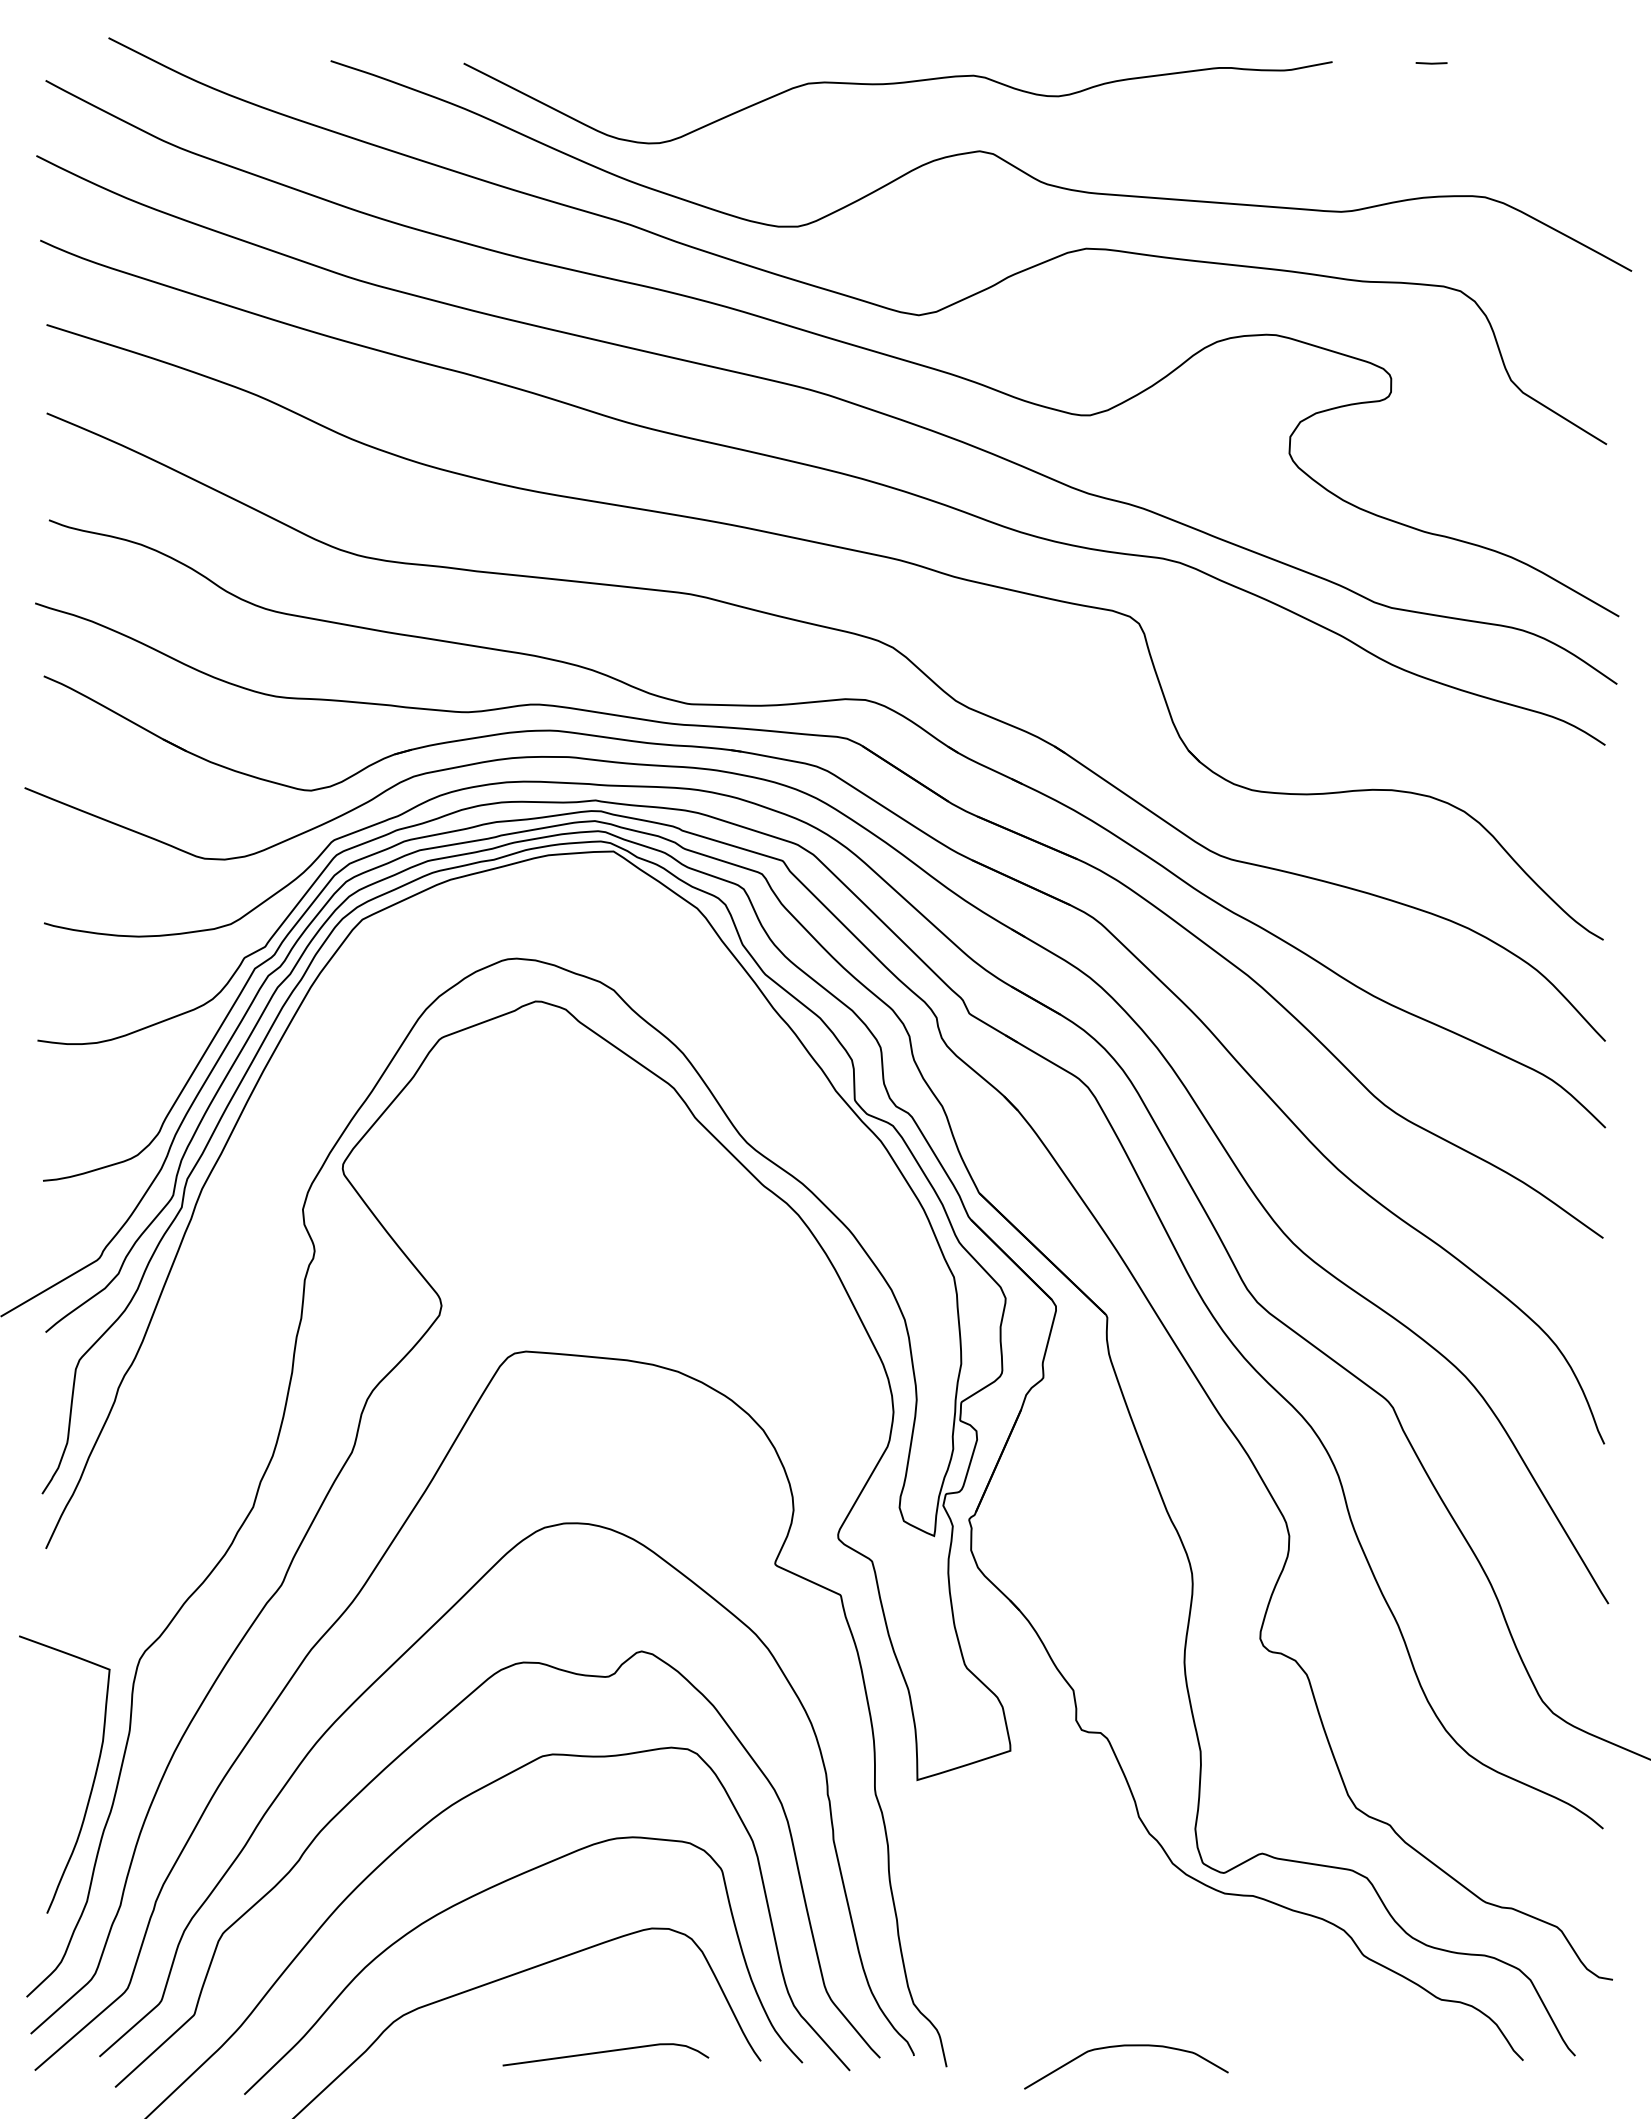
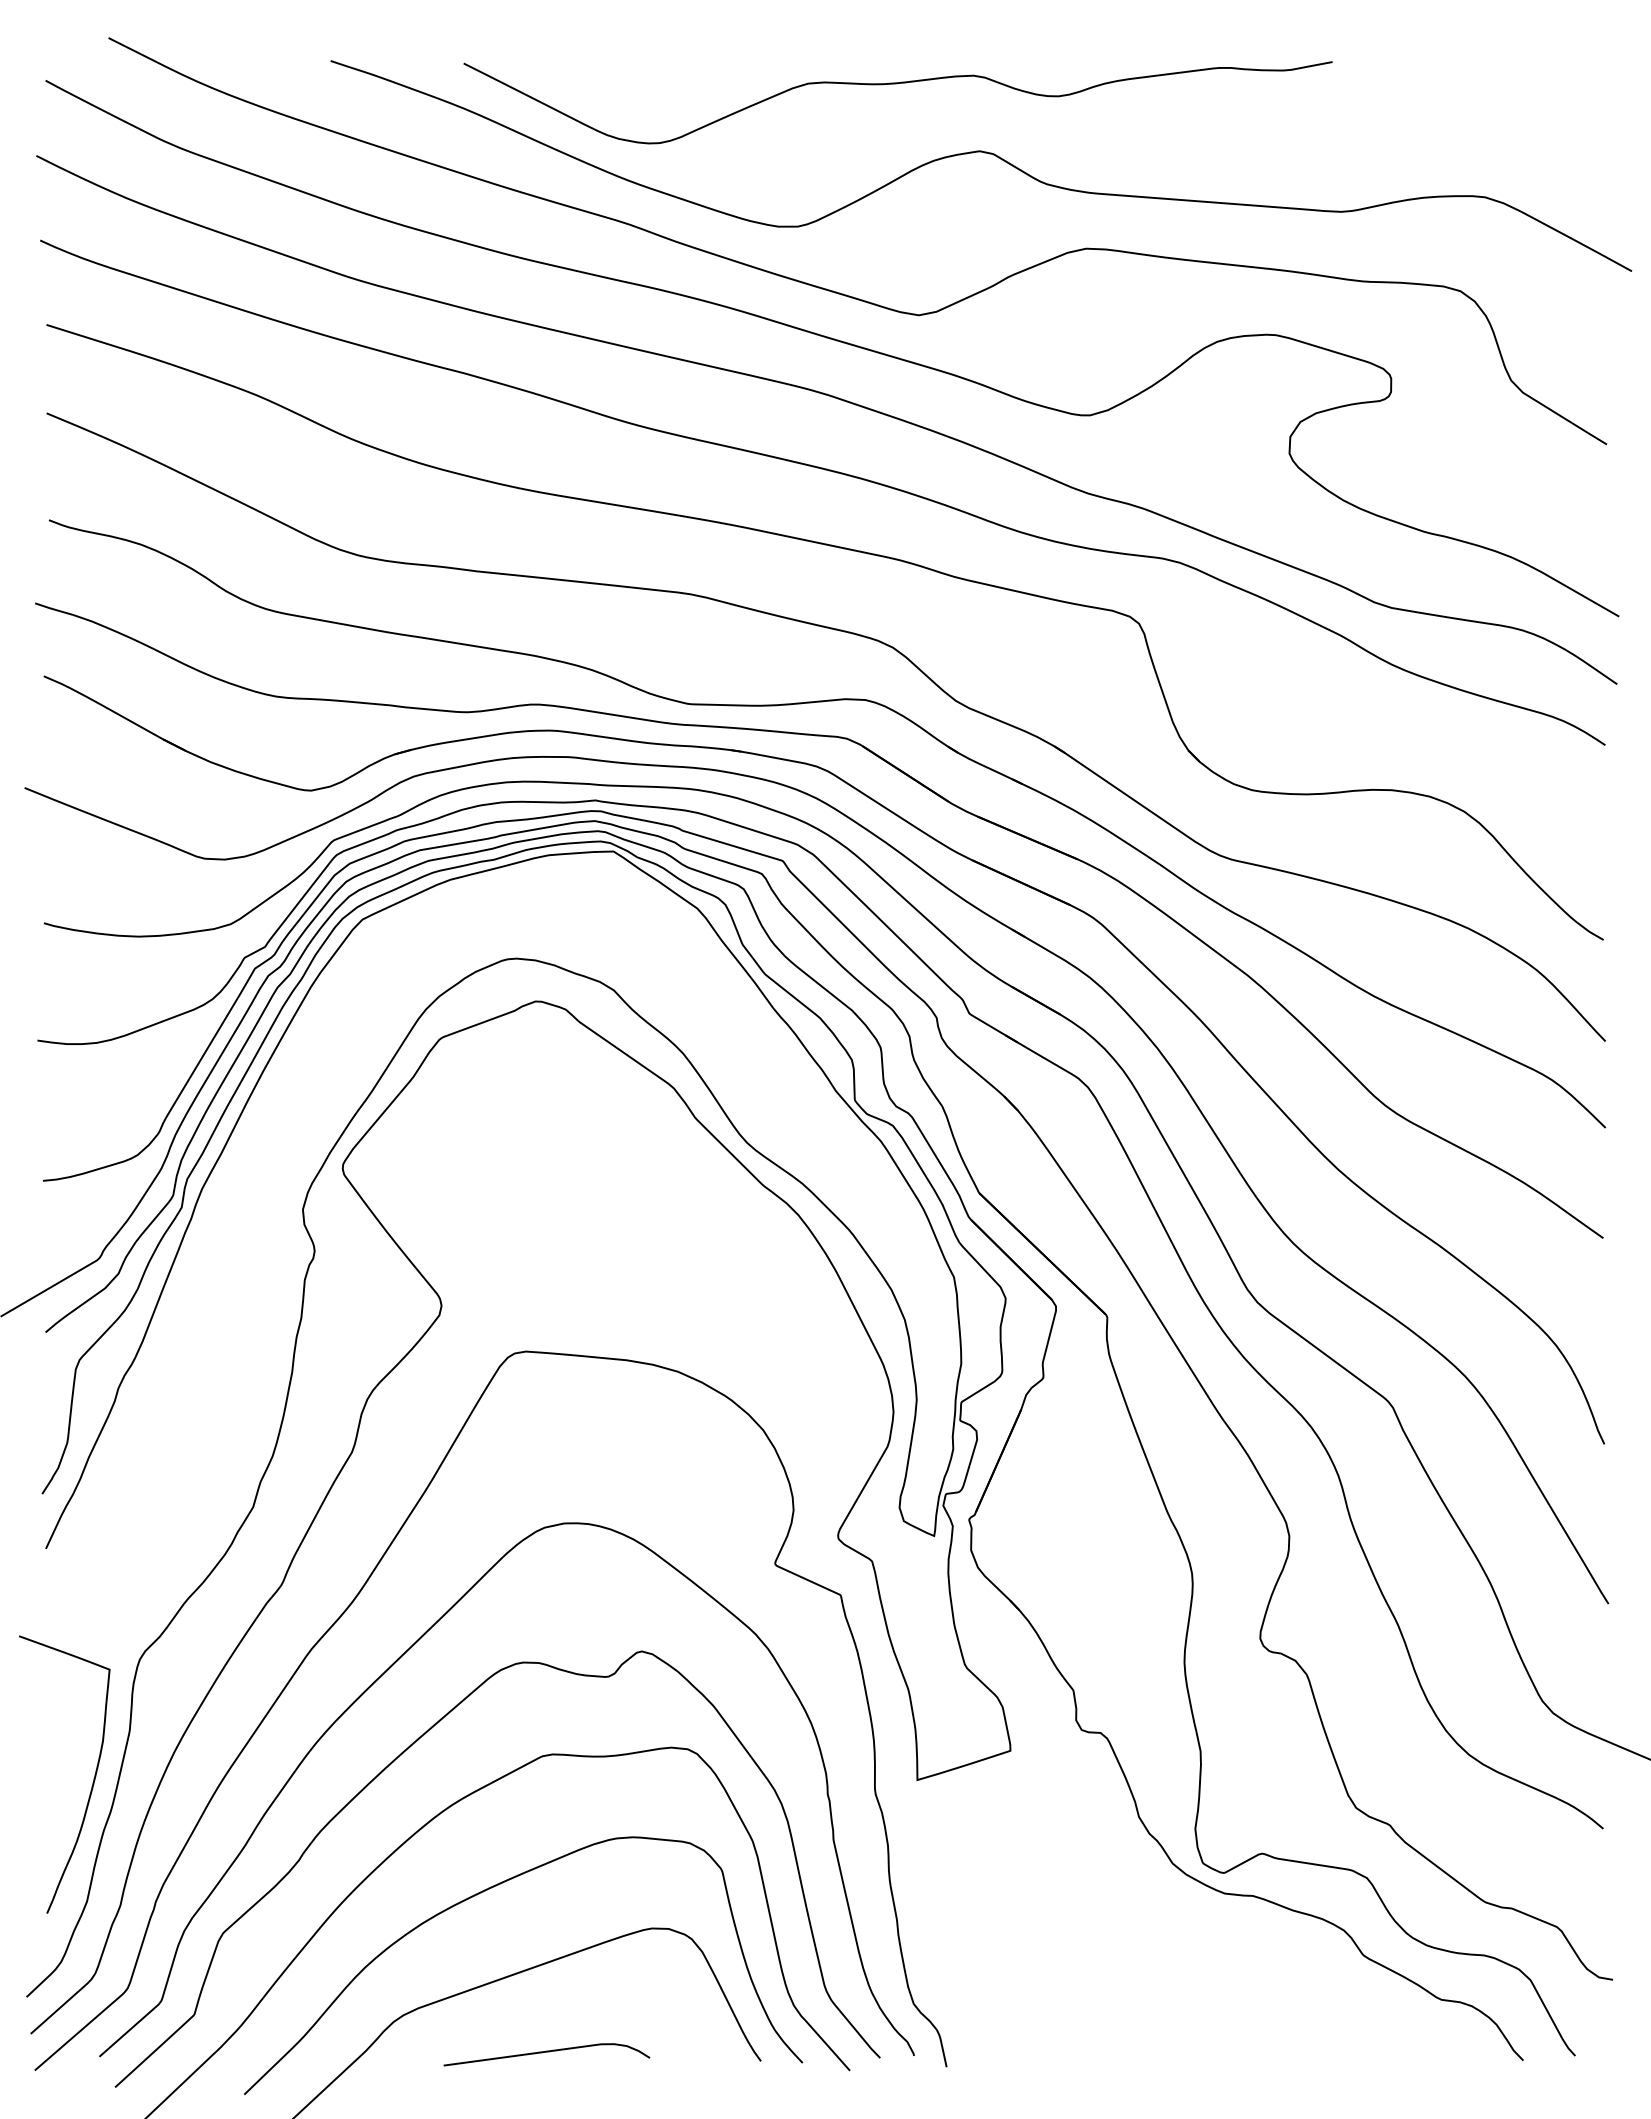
line at (1431, 63): present -> none
curve at (1126, 2046): present -> none
curve at (605, 2052) position: (605, 2052) -> (546, 2052)
